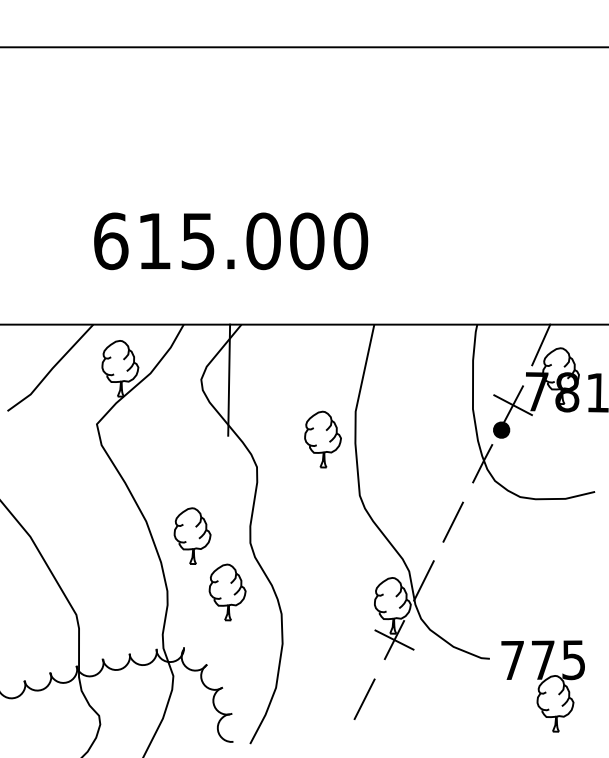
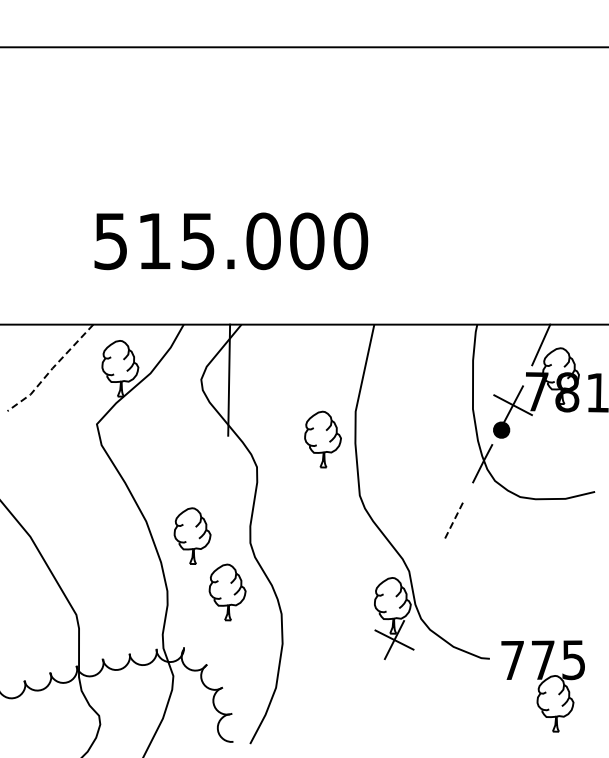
text at (111, 241): 615.000 -> 515.000
line at (51, 369): solid -> dashed
line at (453, 522): solid -> dashed
line at (423, 580): present -> none
line at (364, 699): present -> none
